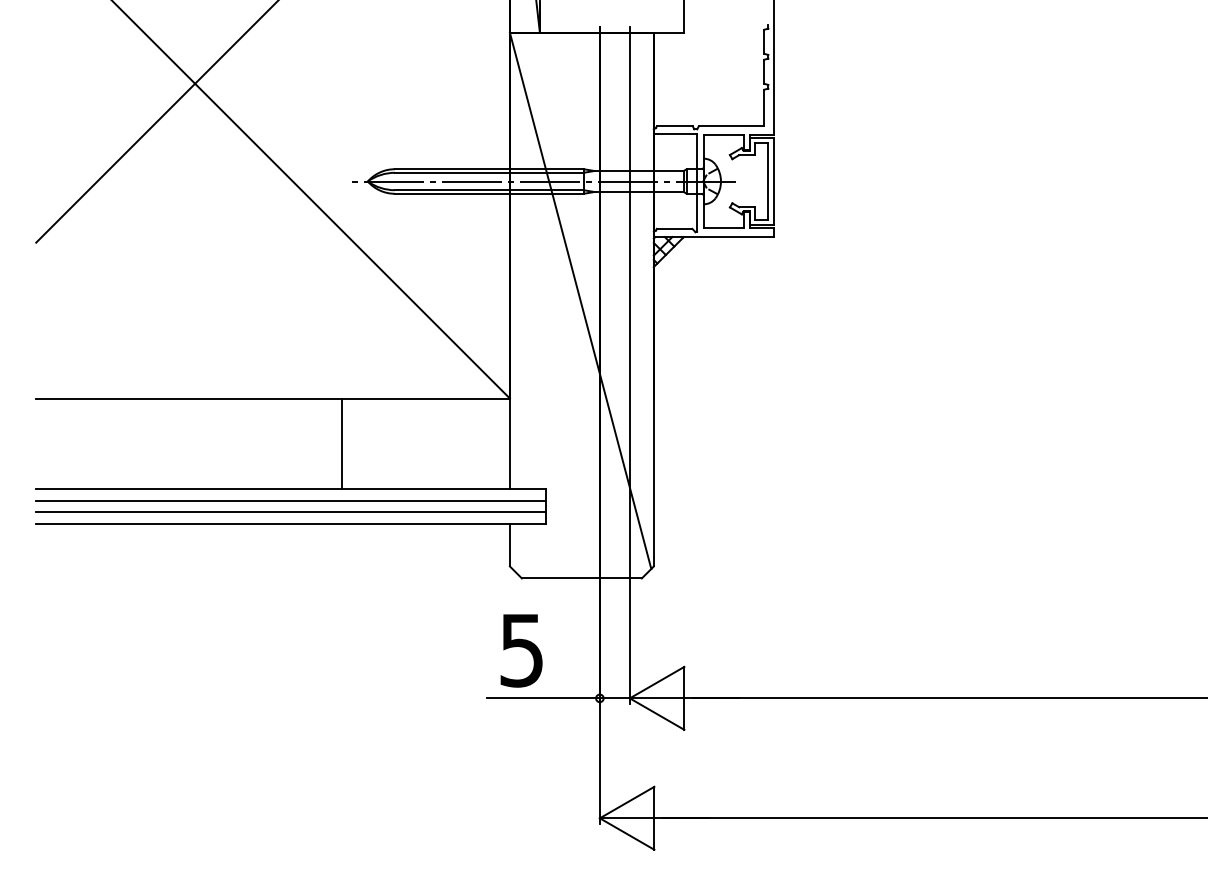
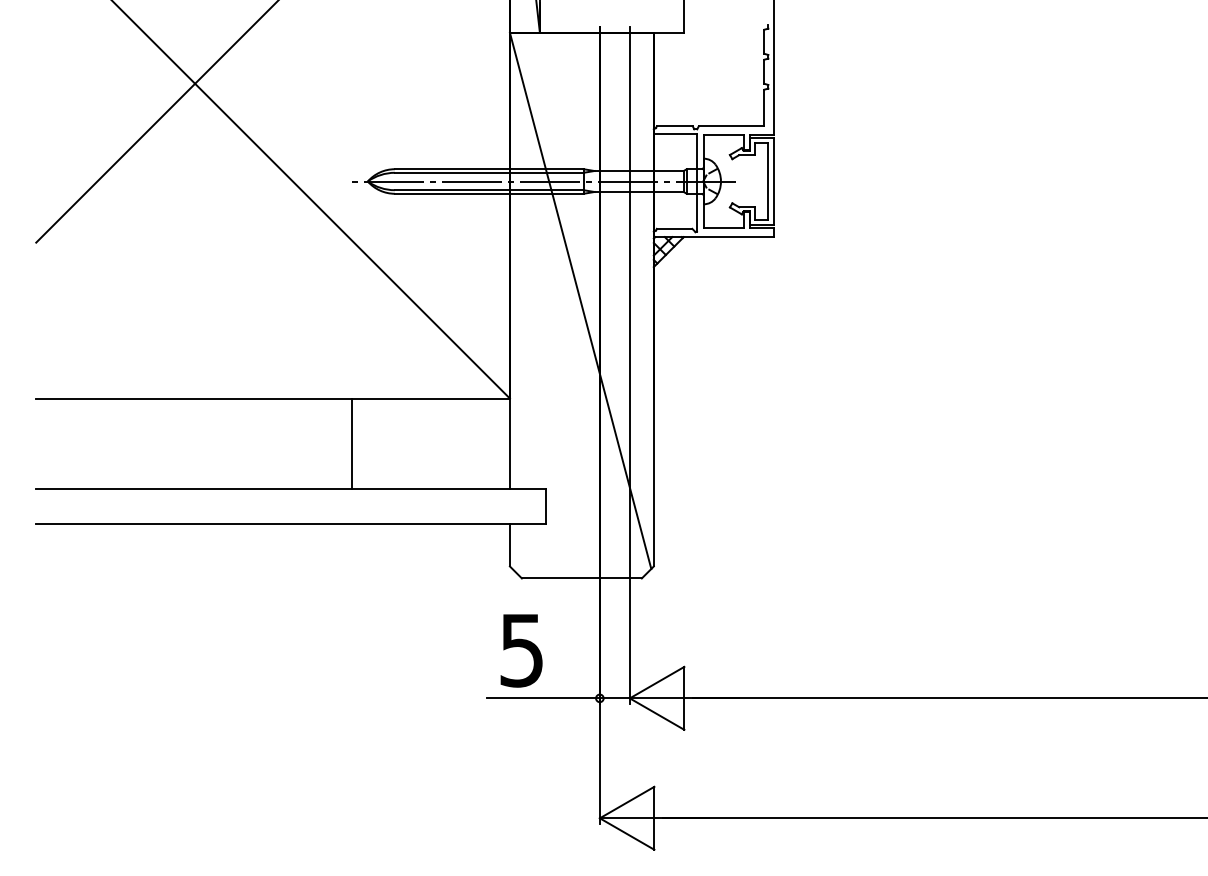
line at (342, 443) position: (342, 443) -> (352, 443)
line at (290, 500): present -> none
line at (290, 512): present -> none
